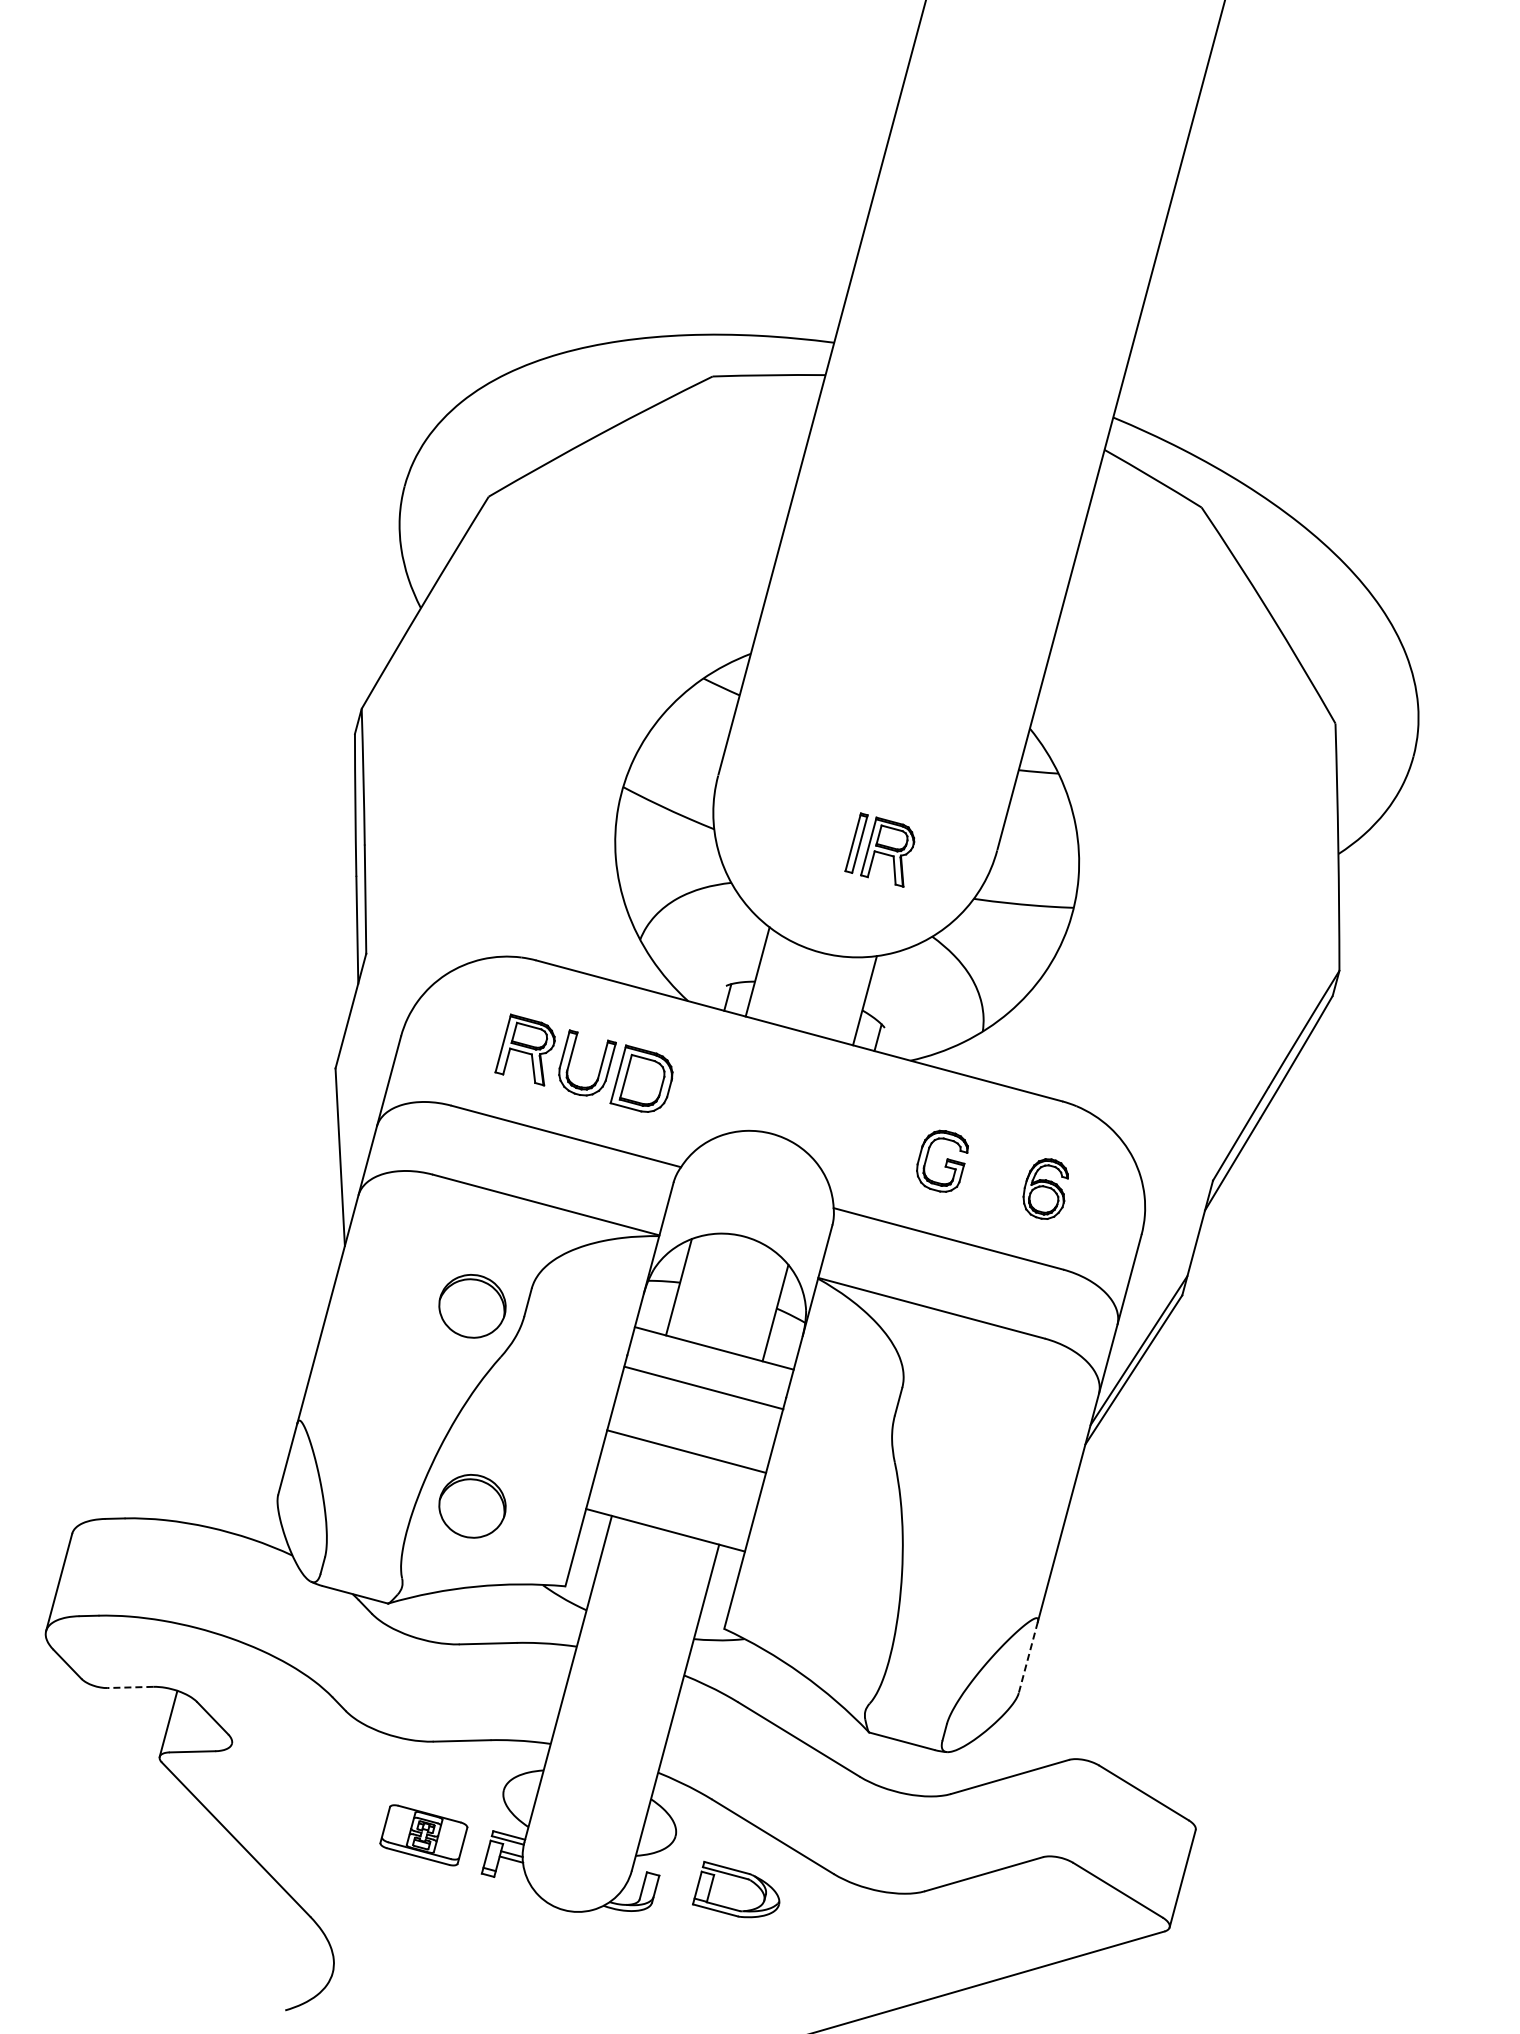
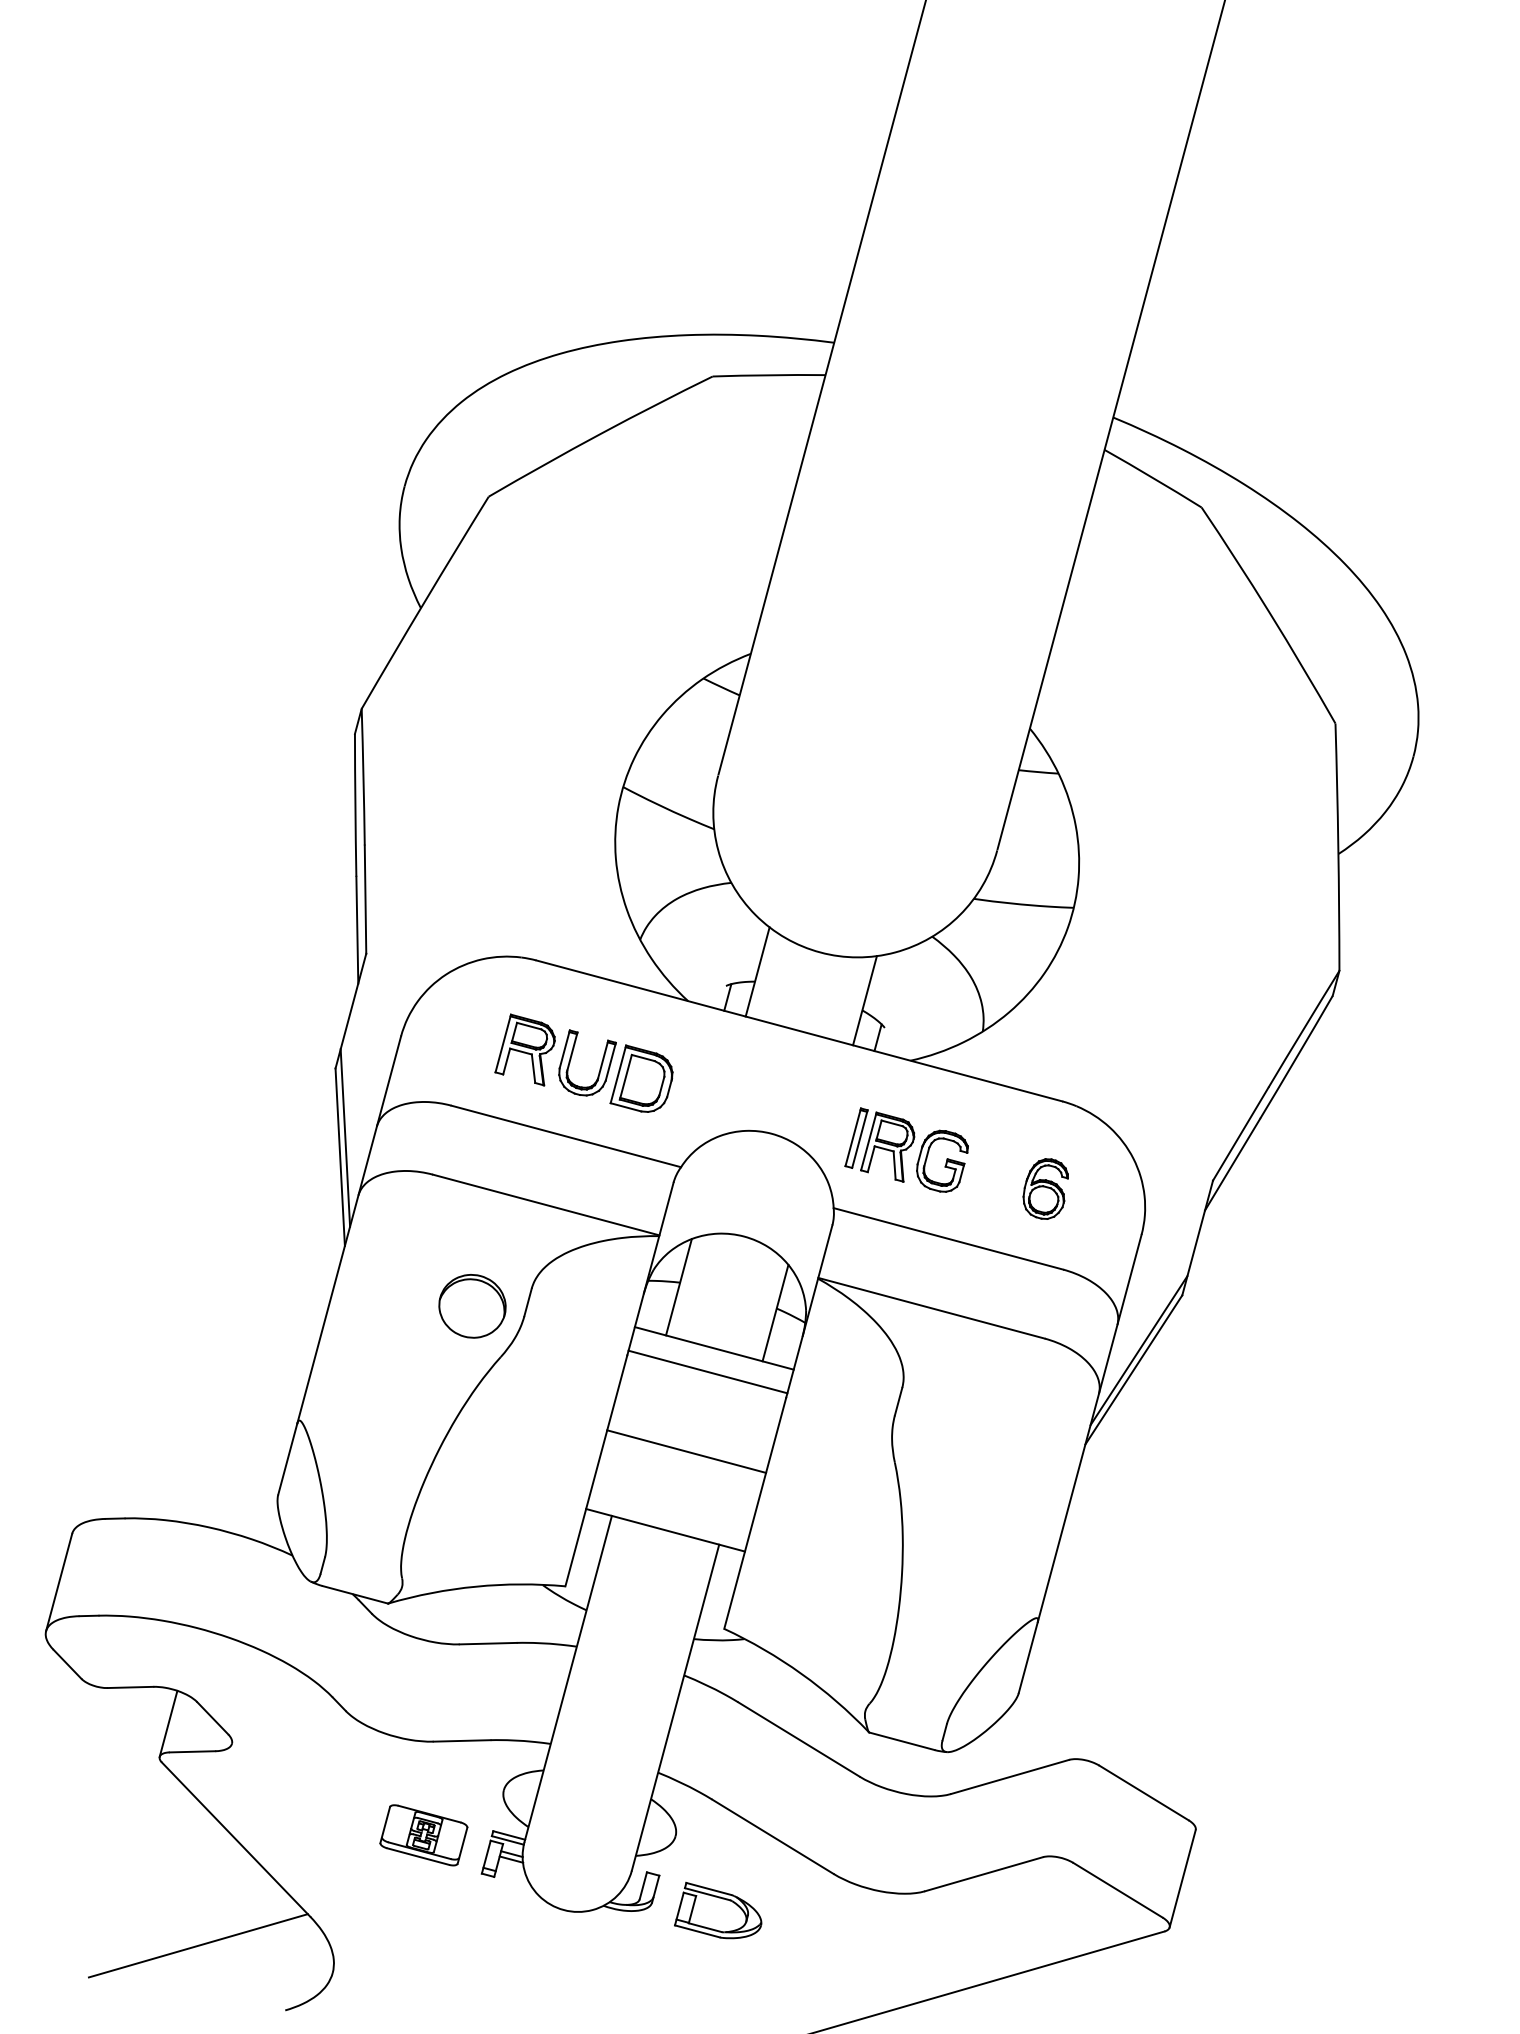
part at (879, 849) position: (879, 849) -> (879, 1144)
line at (345, 1137): none -> present
line at (703, 1387) position: (703, 1387) -> (707, 1371)
part at (472, 1506): present -> none
line at (1028, 1657): dashed -> solid
line at (130, 1687): dashed -> solid
part at (740, 1878) position: (740, 1878) -> (722, 1899)
line at (197, 1945): none -> present
